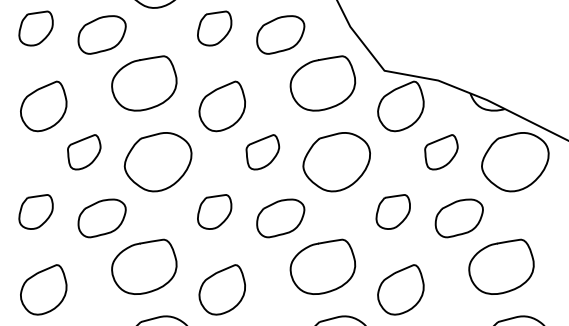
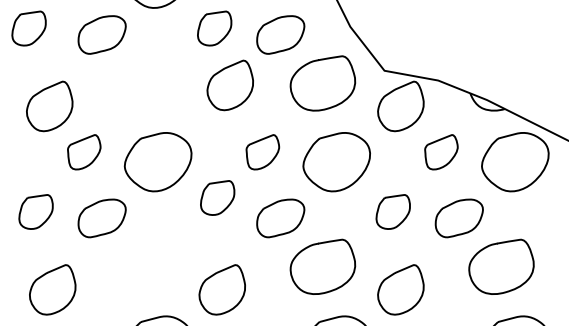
part at (35, 28) position: (35, 28) -> (28, 28)
curve at (139, 61): present -> none
part at (43, 106) position: (43, 106) -> (49, 106)
part at (221, 106) position: (221, 106) -> (229, 85)
part at (214, 211) position: (214, 211) -> (217, 197)
curve at (142, 244): present -> none
part at (43, 289) position: (43, 289) -> (52, 289)
